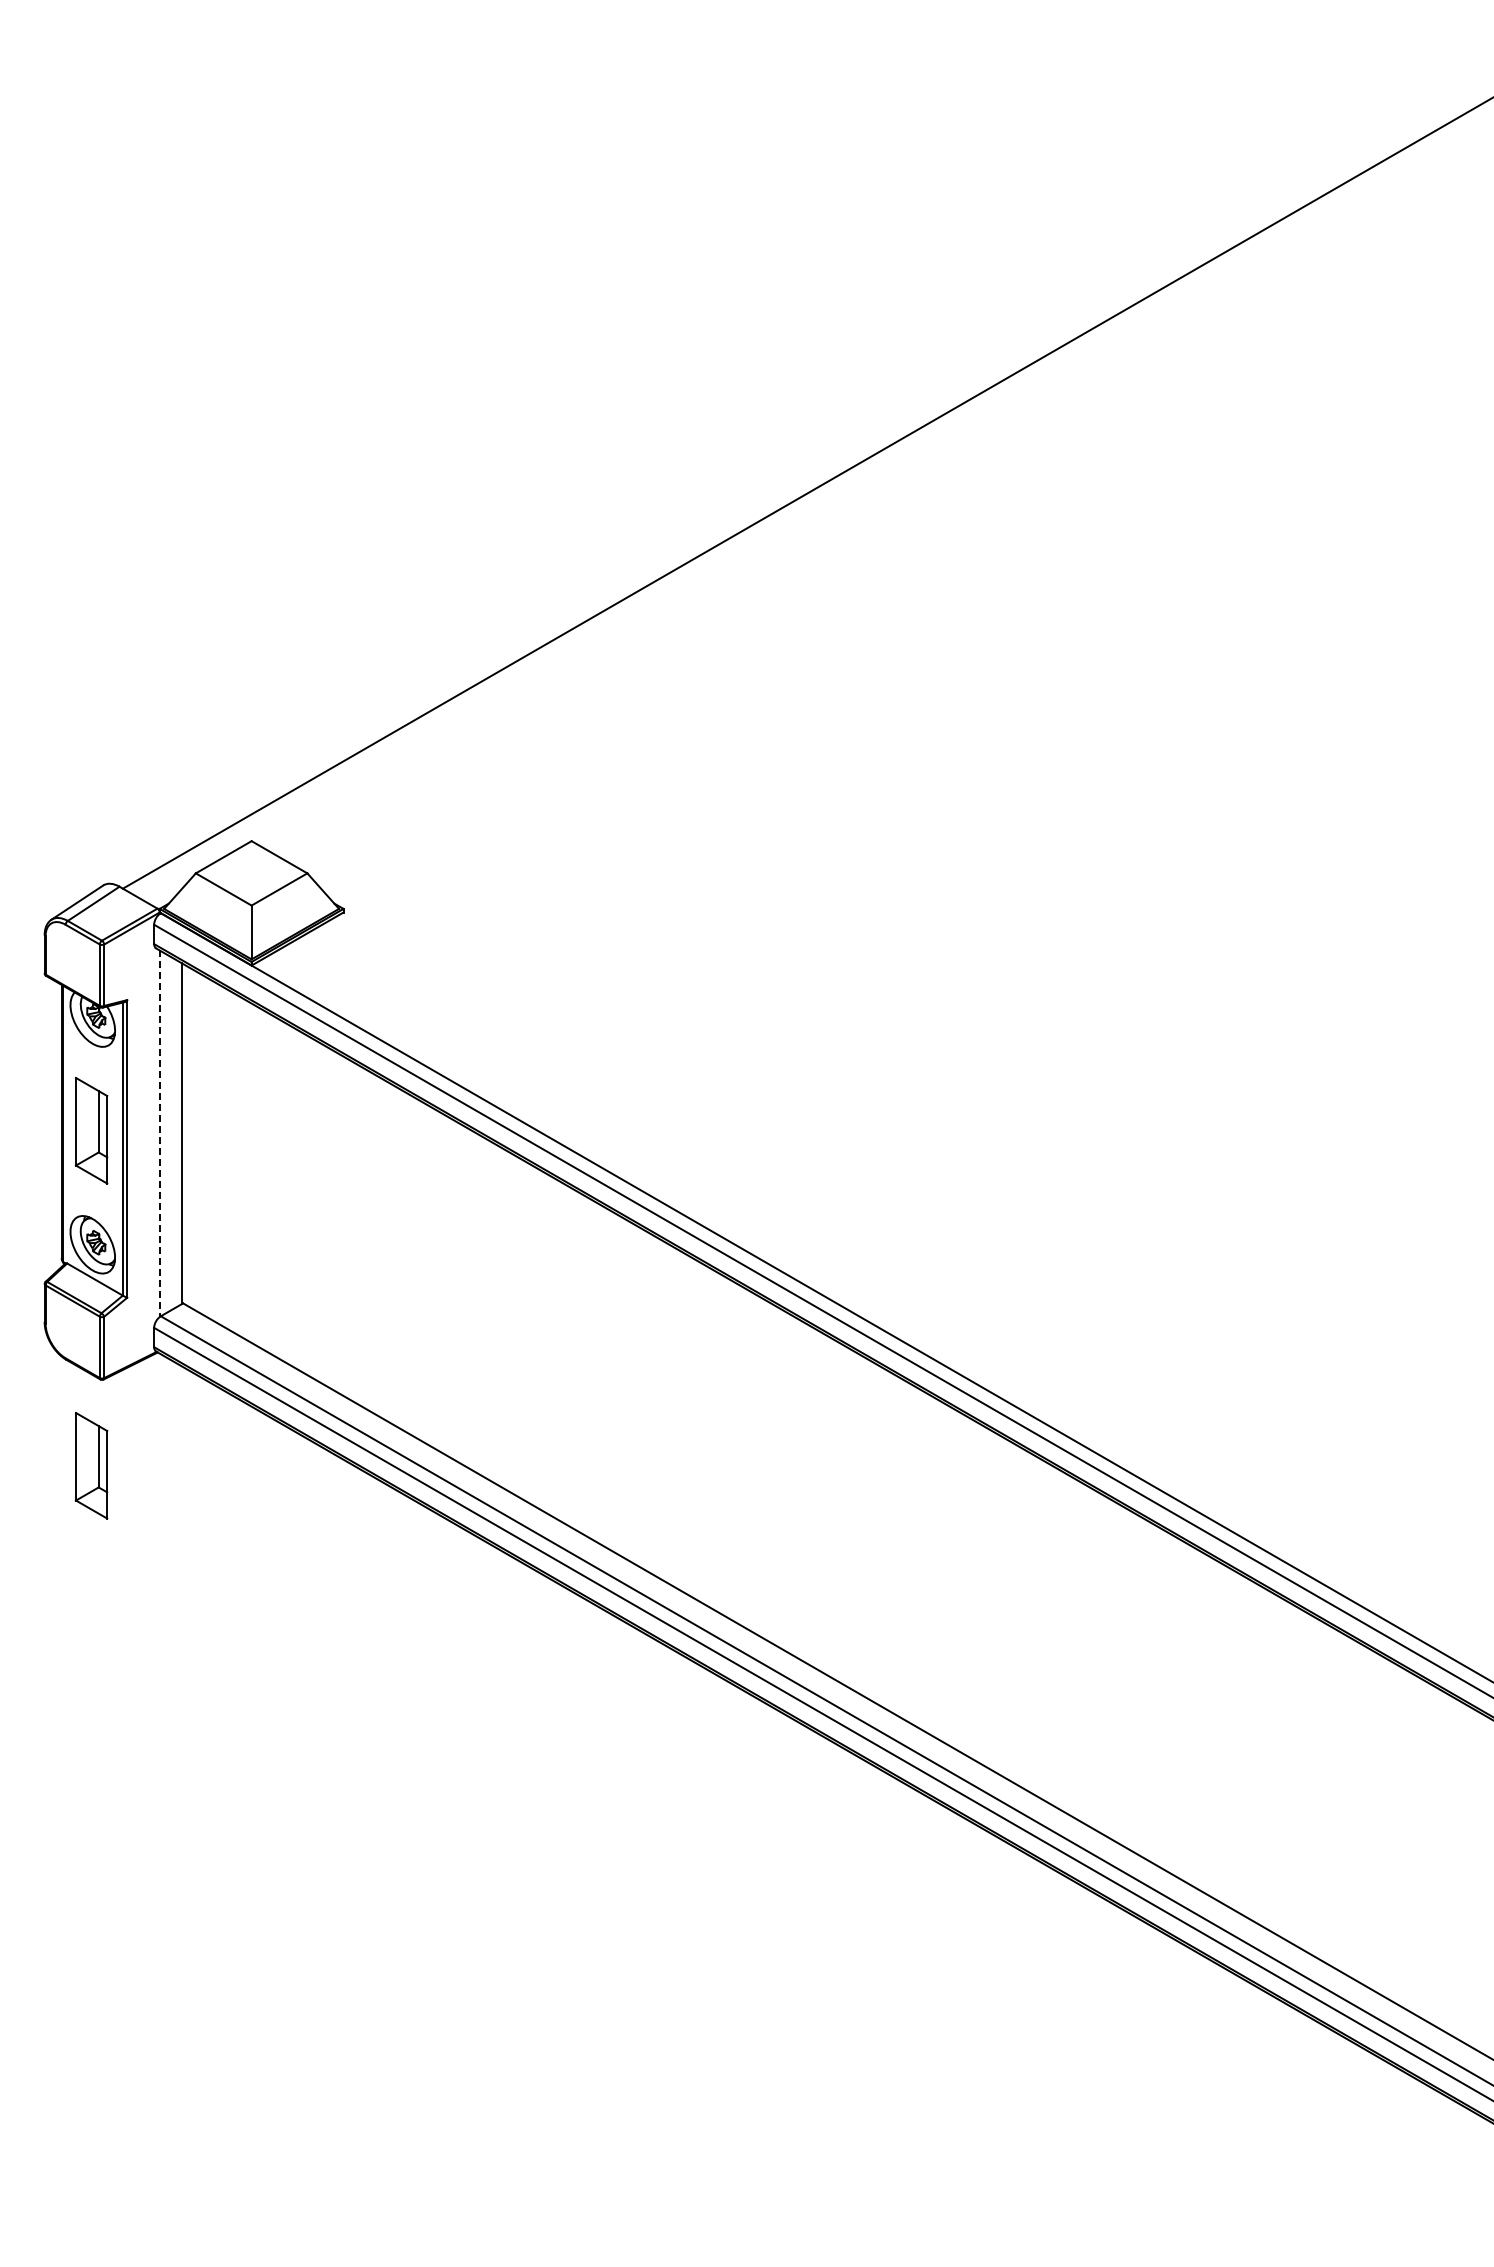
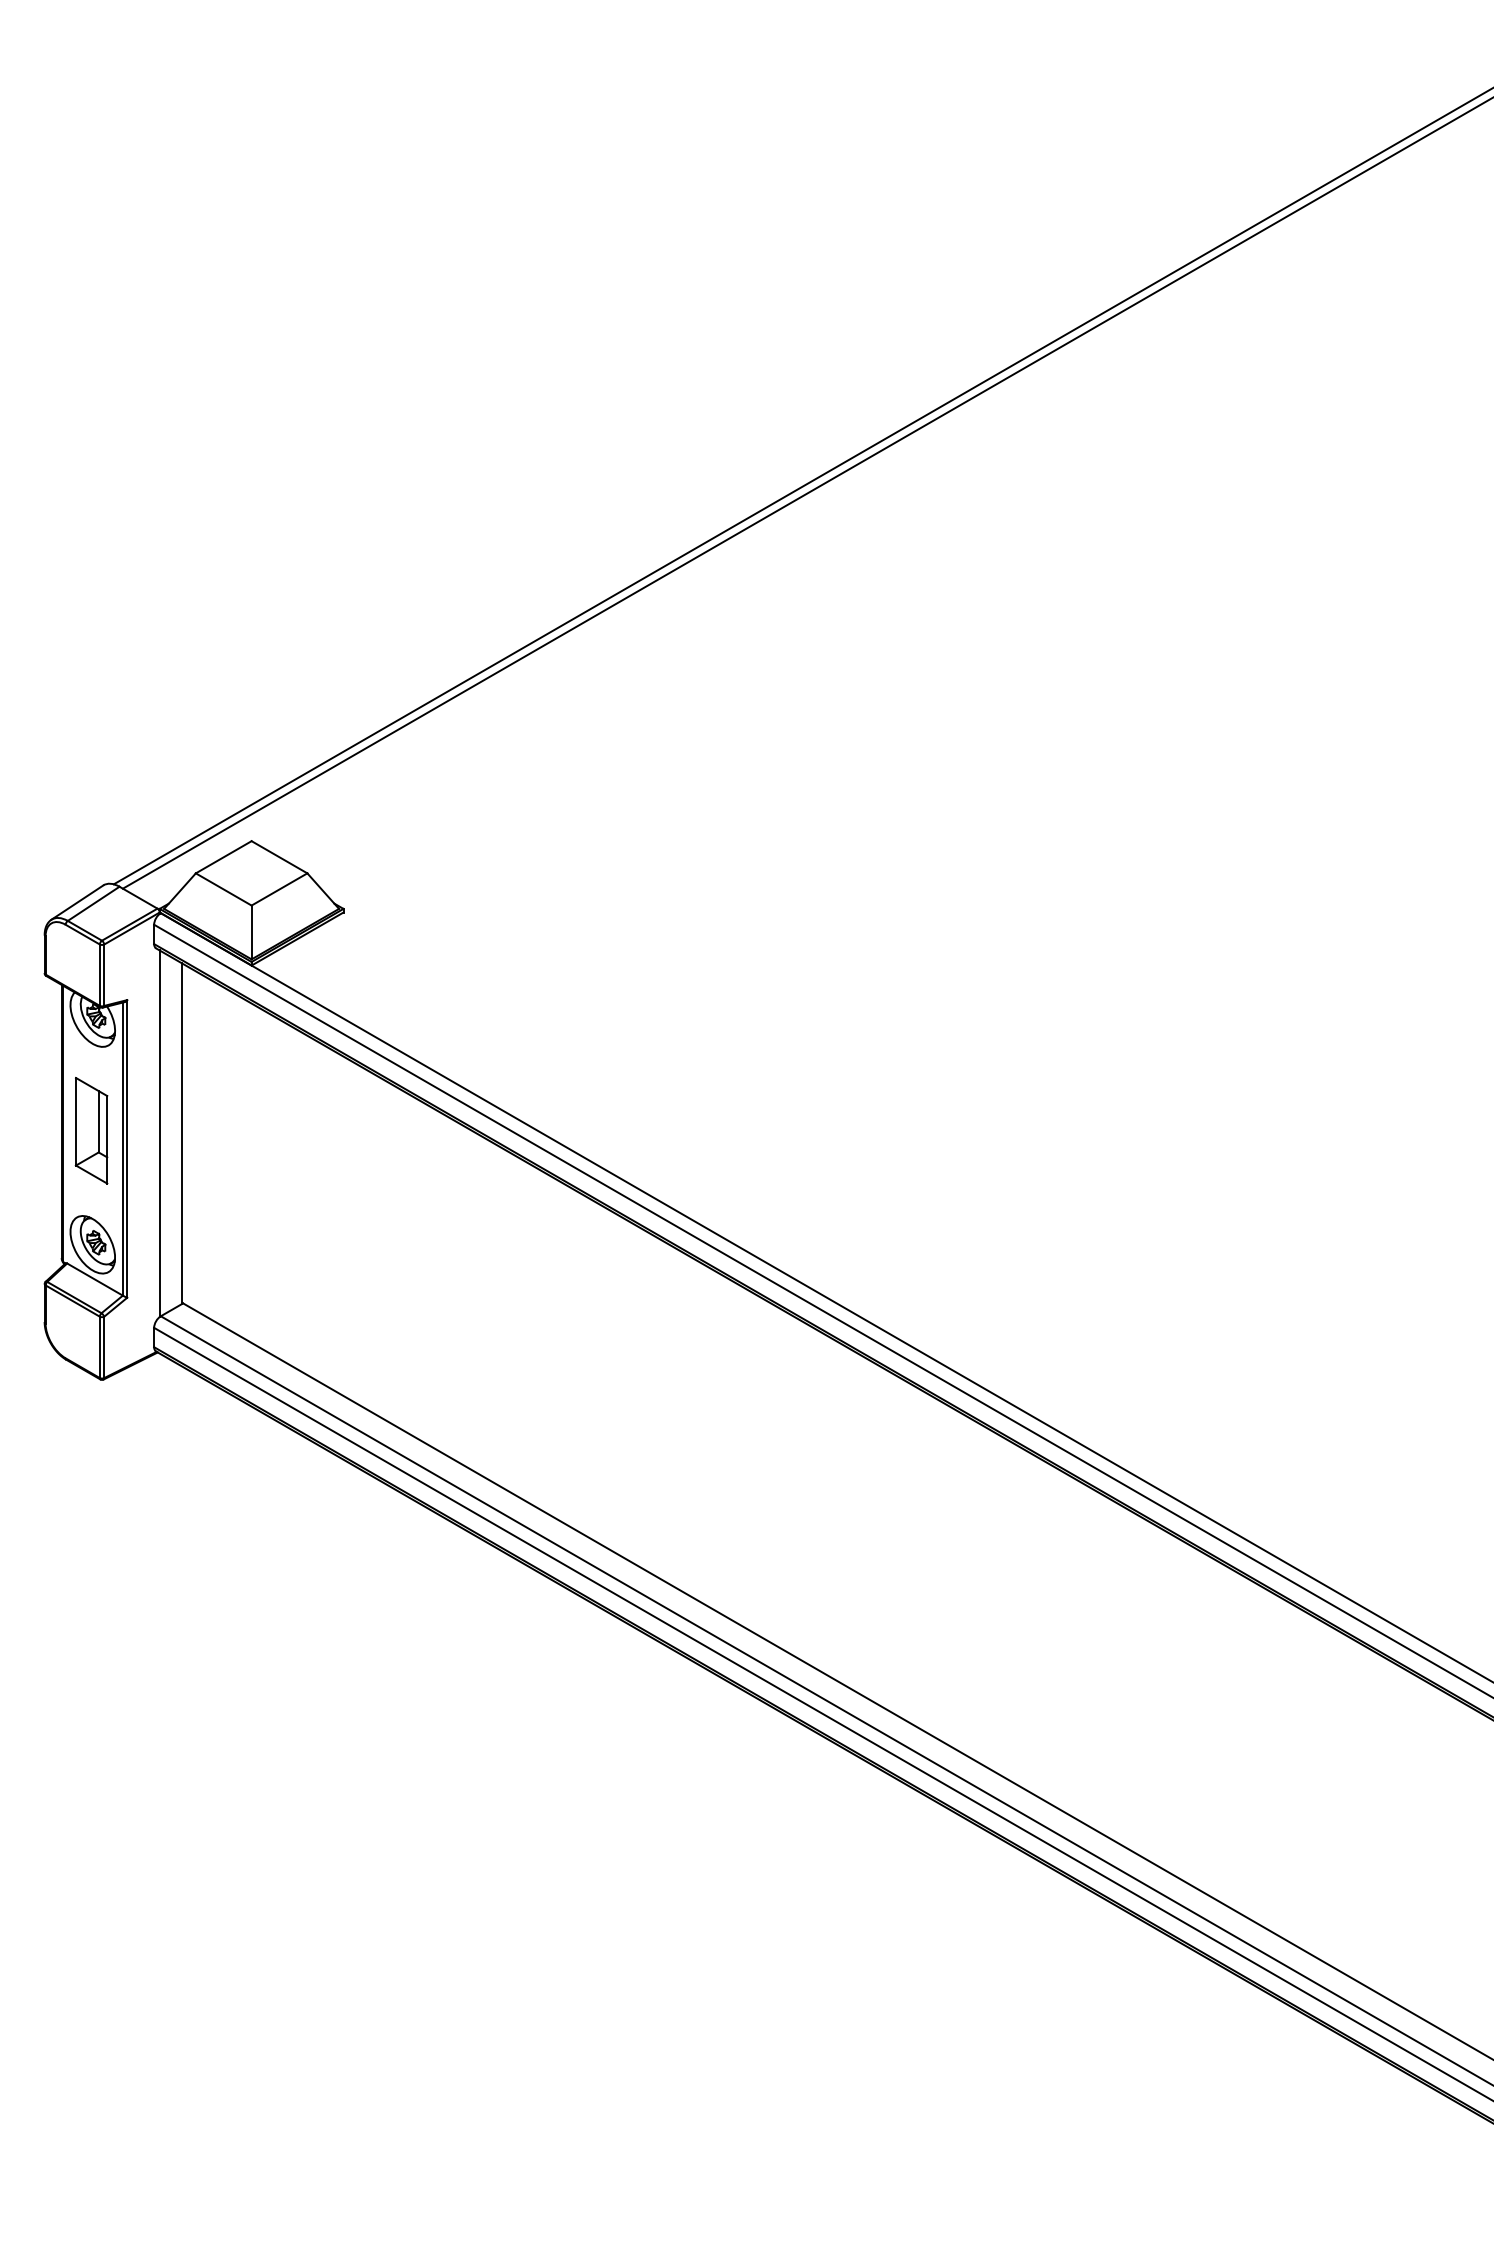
line at (801, 486): none -> present
line at (159, 1134): dashed -> solid
part at (91, 1465): present -> none
